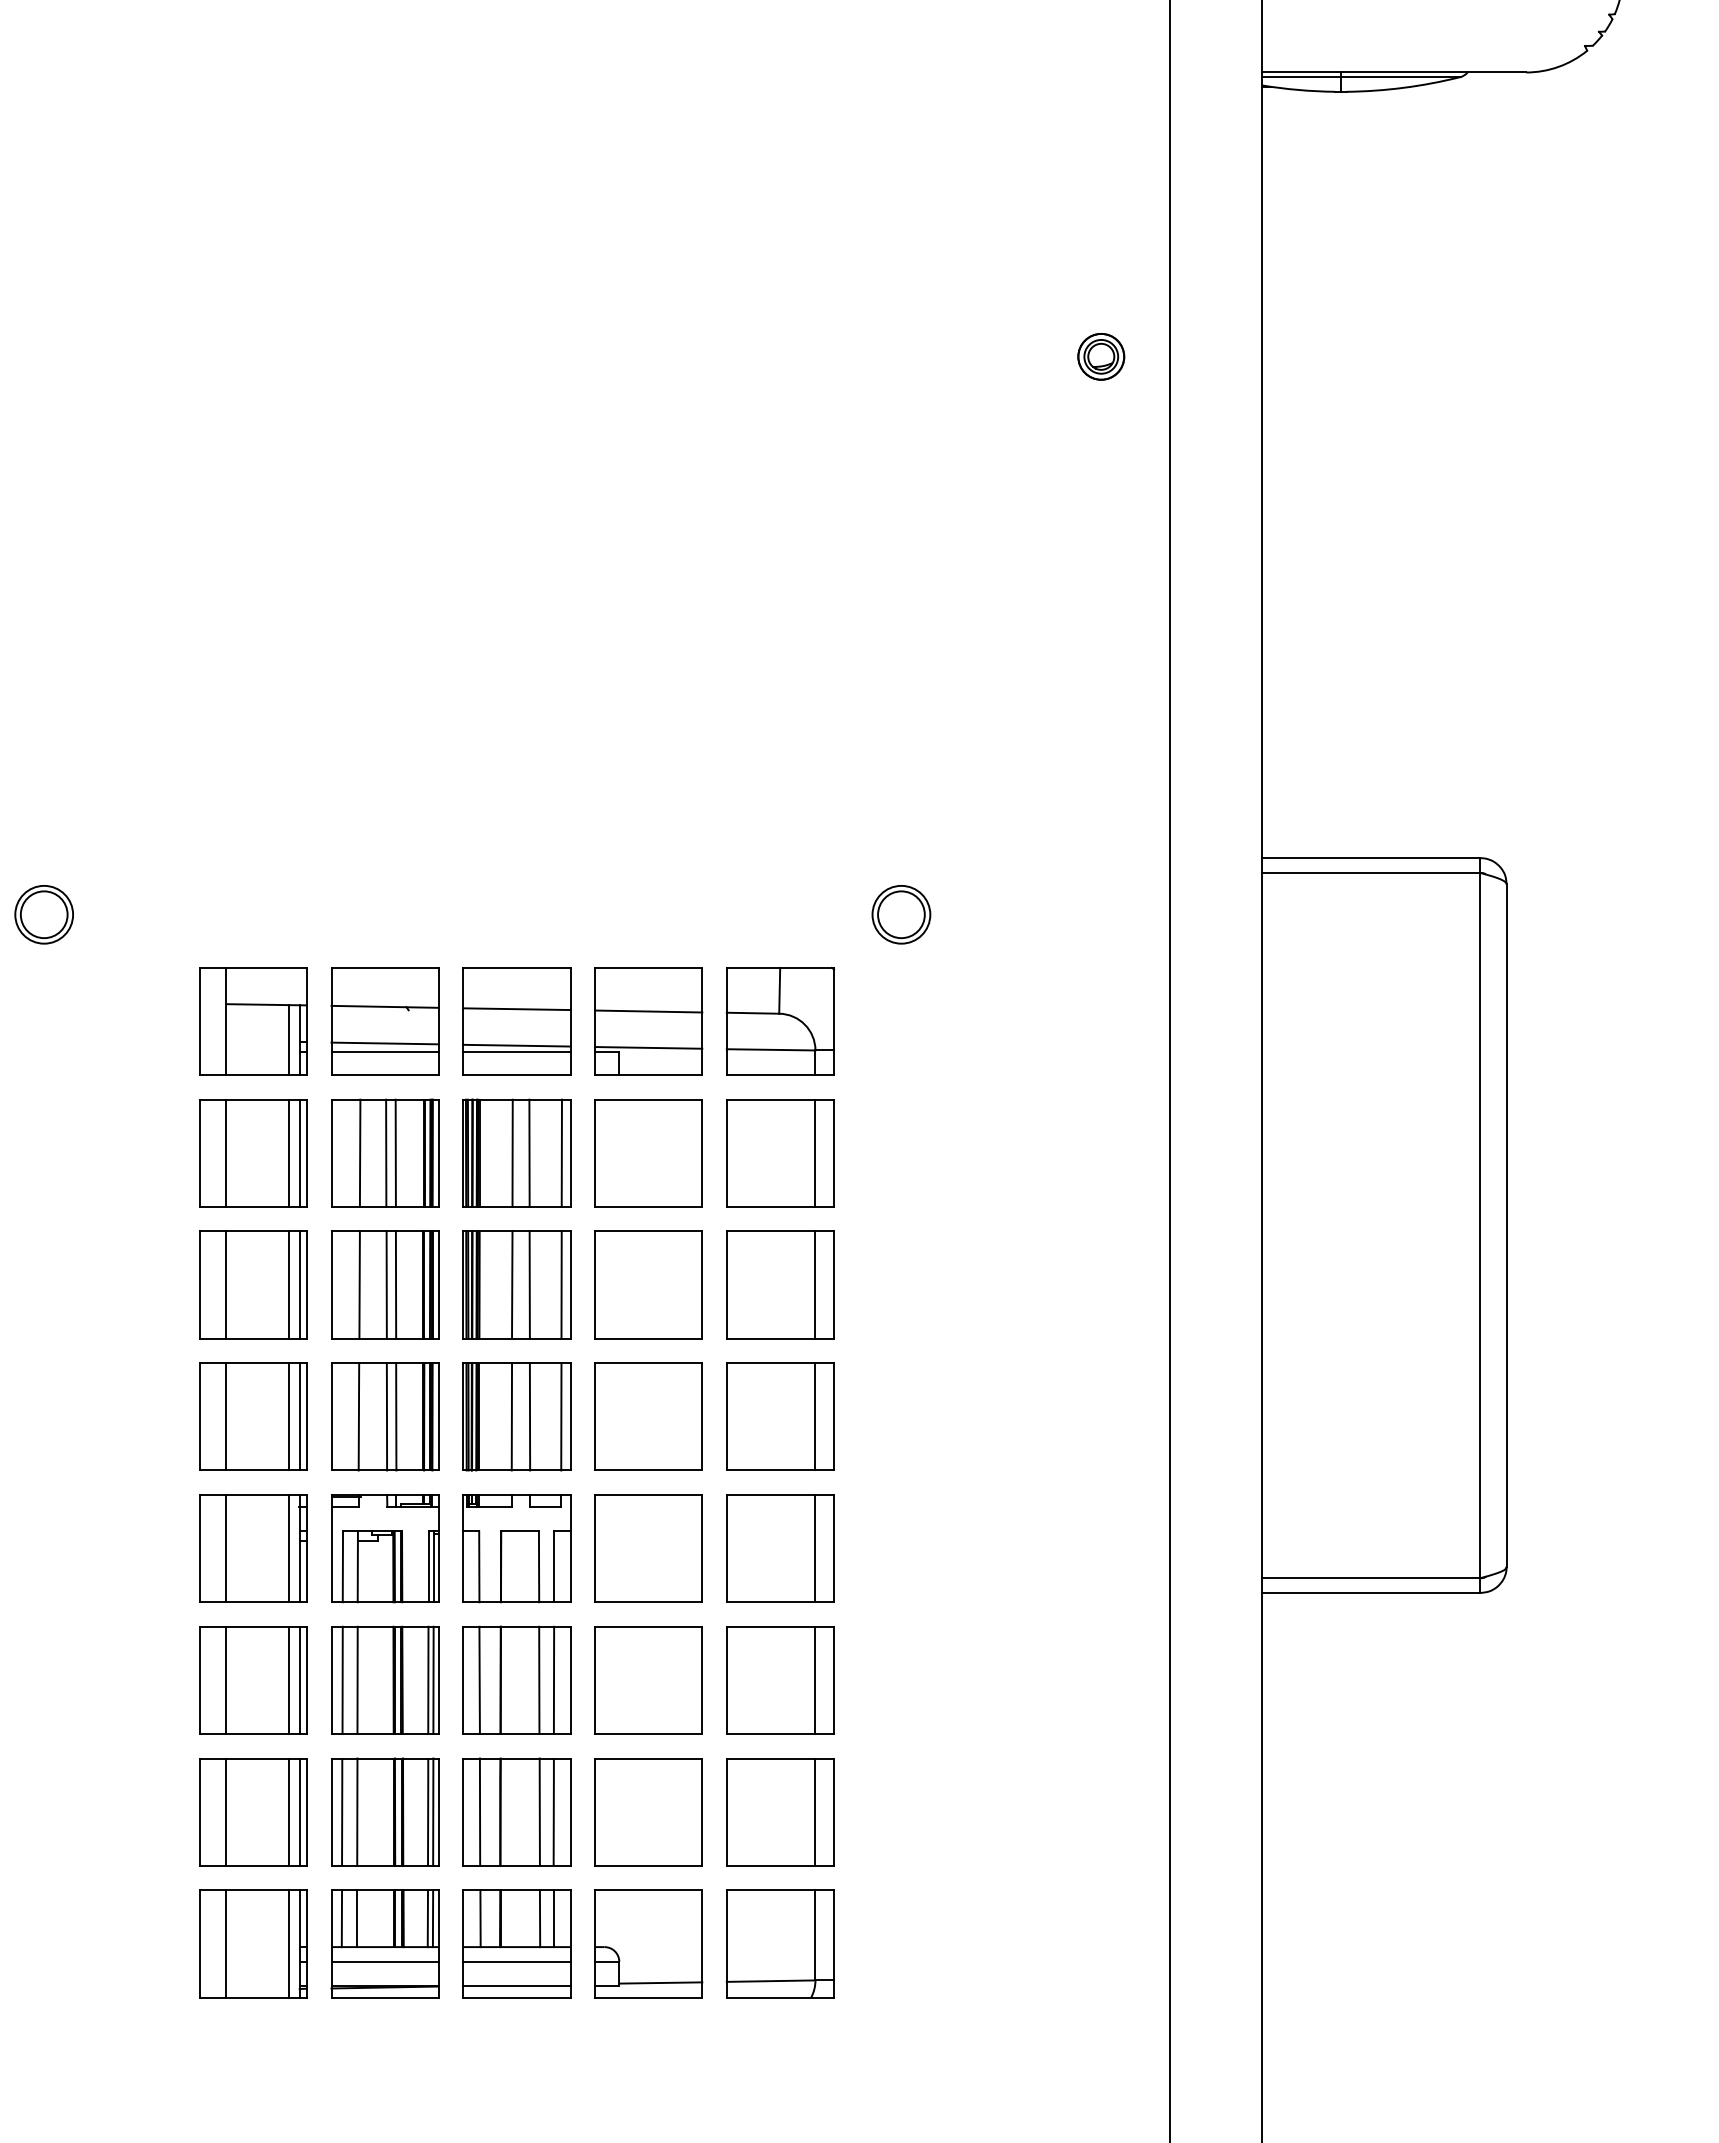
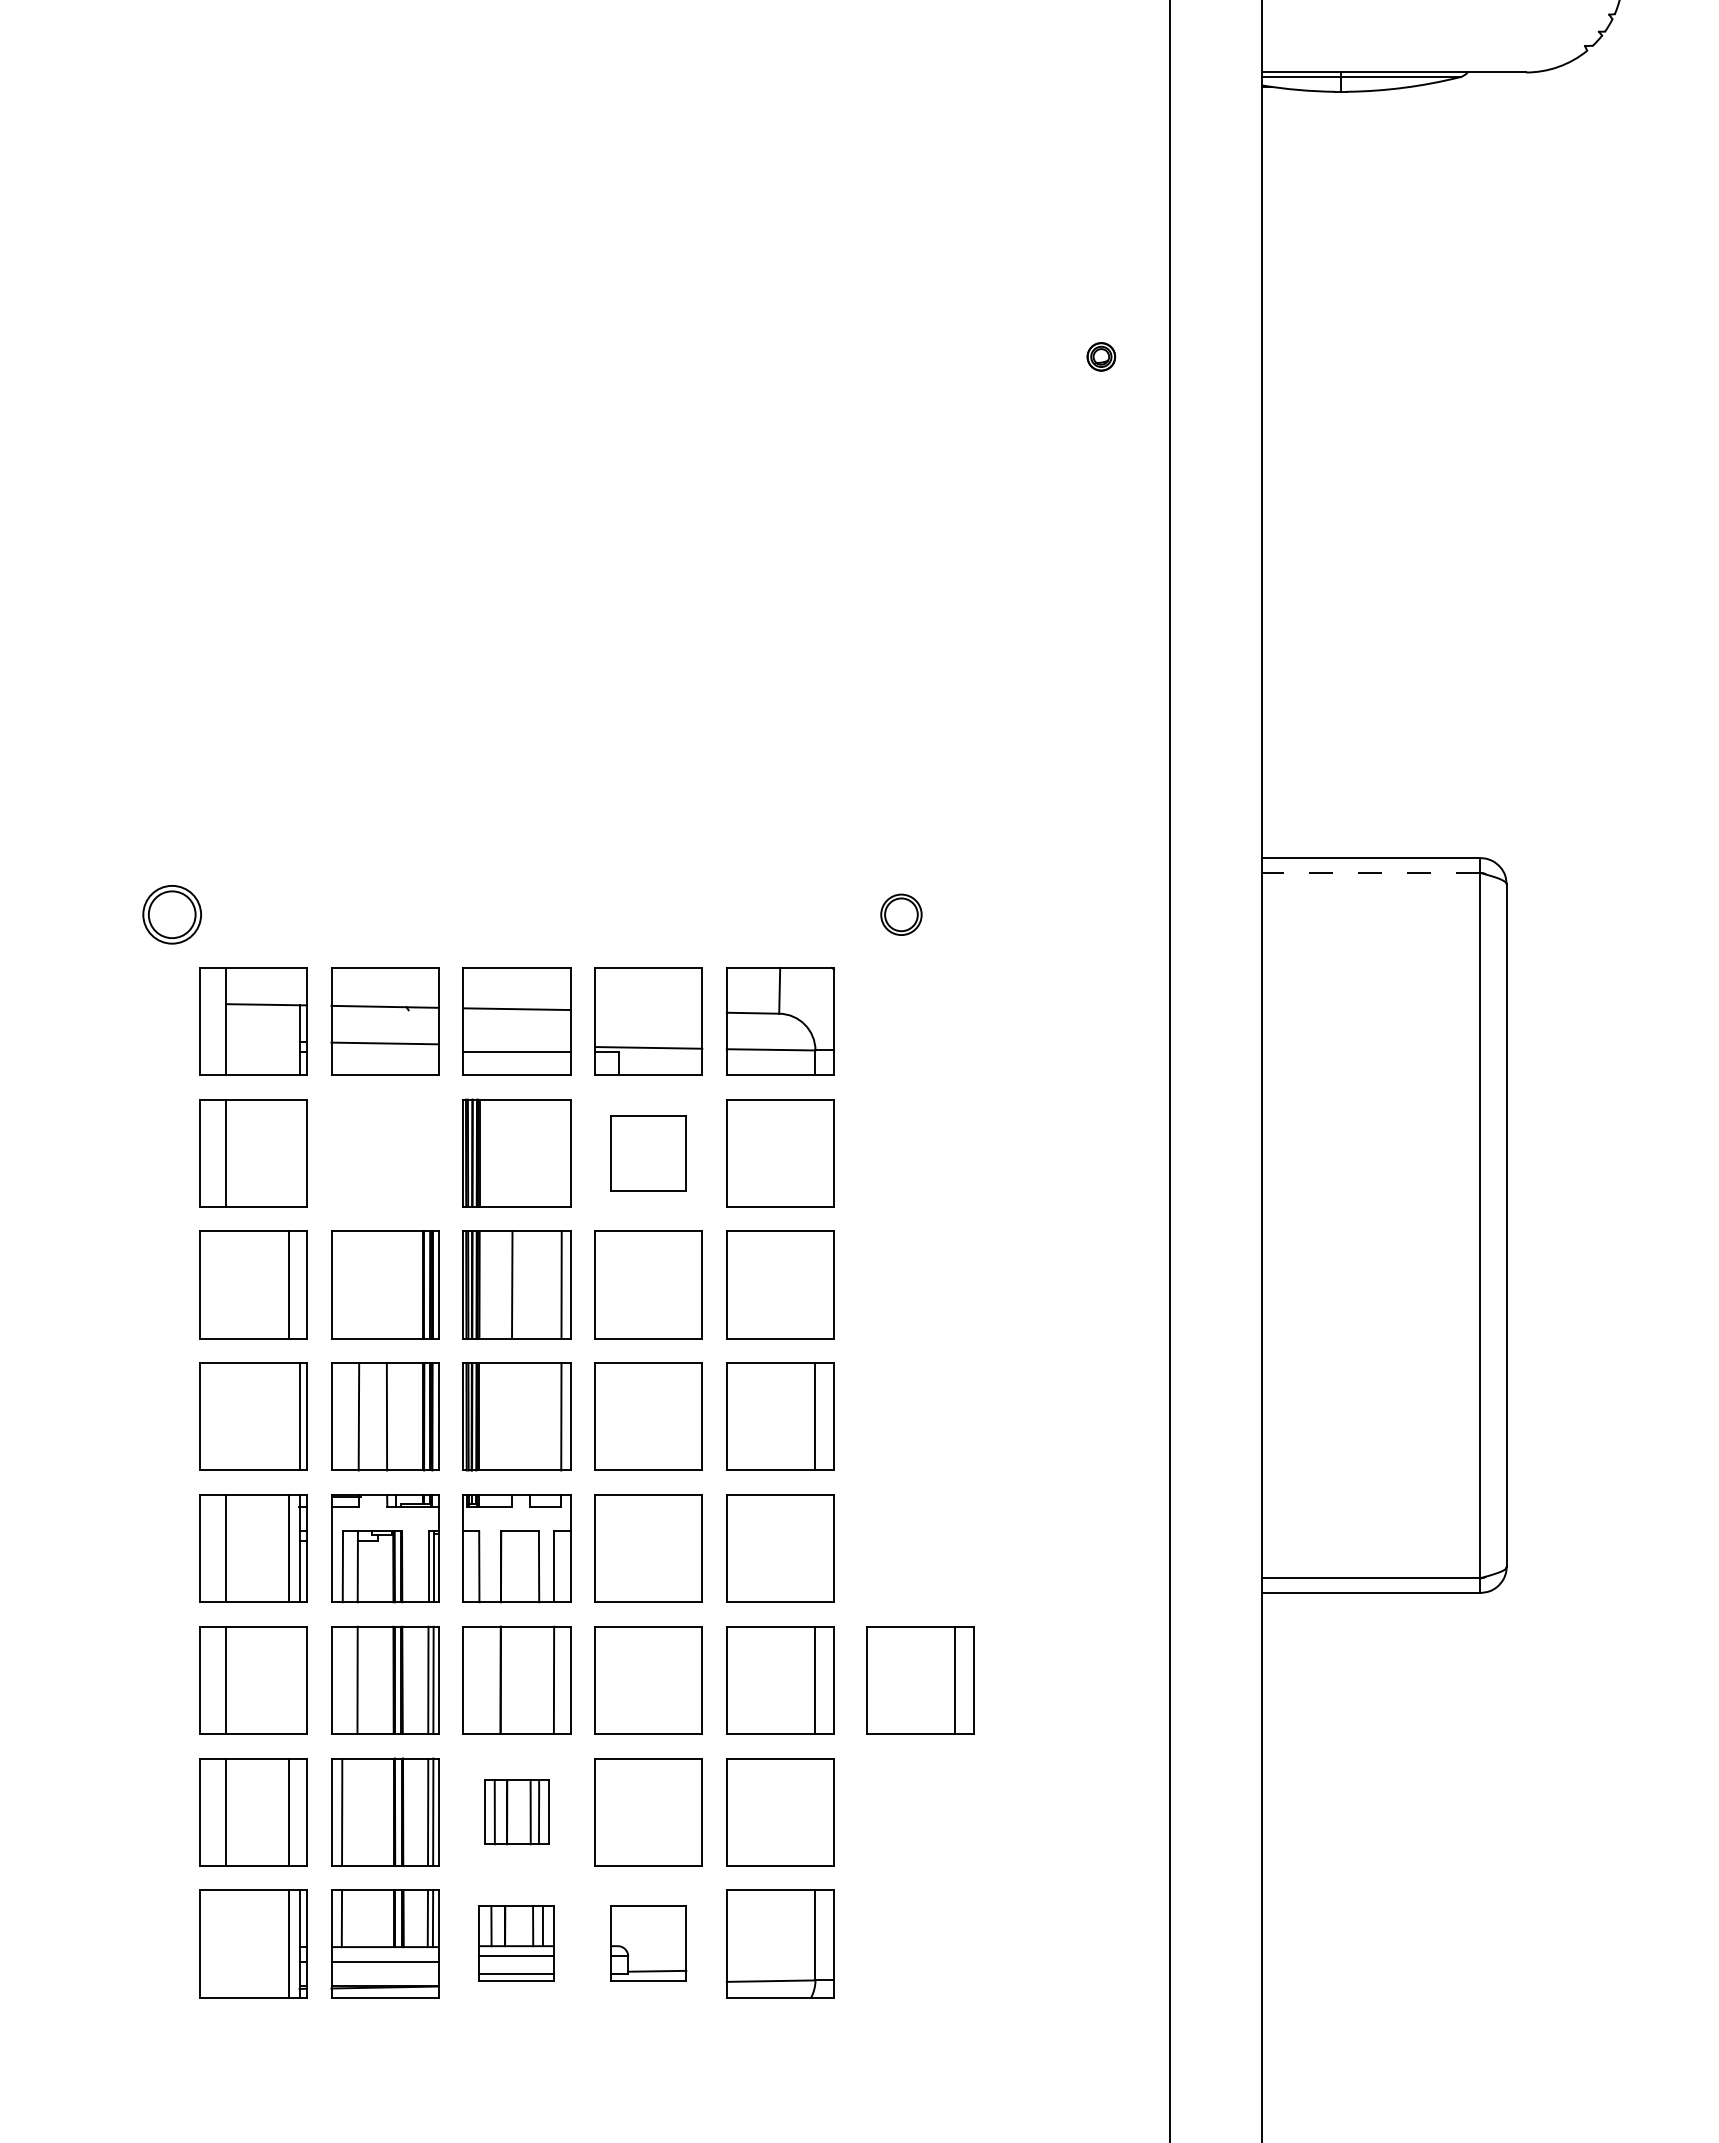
part at (1101, 356) size: 49x48 px -> 31x30 px
line at (1370, 872): solid -> dashed
part at (43, 914) position: (43, 914) -> (171, 914)
part at (901, 914) size: 61x60 px -> 43x43 px
line at (648, 1011): present -> none
line at (288, 1040): present -> none
line at (516, 1045): present -> none
line at (384, 1051): present -> none
line at (288, 1152): present -> none
line at (299, 1152): present -> none
part at (385, 1152): present -> none
line at (512, 1152): present -> none
line at (529, 1152): present -> none
line at (561, 1152): present -> none
line at (815, 1152): present -> none
part at (648, 1153) size: 109x109 px -> 77x77 px
line at (225, 1284): present -> none
line at (299, 1284): present -> none
line at (359, 1284): present -> none
line at (386, 1284): present -> none
line at (395, 1284): present -> none
line at (529, 1284): present -> none
line at (815, 1284): present -> none
line at (225, 1416): present -> none
line at (288, 1416): present -> none
line at (396, 1416): present -> none
line at (511, 1416): present -> none
line at (529, 1416): present -> none
line at (815, 1548): present -> none
line at (288, 1680): present -> none
line at (299, 1680): present -> none
line at (342, 1680): present -> none
line at (479, 1680): present -> none
line at (539, 1680): present -> none
part at (920, 1680): none -> present
line at (299, 1811): present -> none
line at (357, 1811): present -> none
part at (516, 1811) size: 110x110 px -> 66x67 px
line at (815, 1811): present -> none
line at (357, 1918): present -> none
line at (225, 1943): present -> none
part at (516, 1943) size: 110x110 px -> 77x77 px
part at (648, 1943) size: 110x110 px -> 78x77 px
